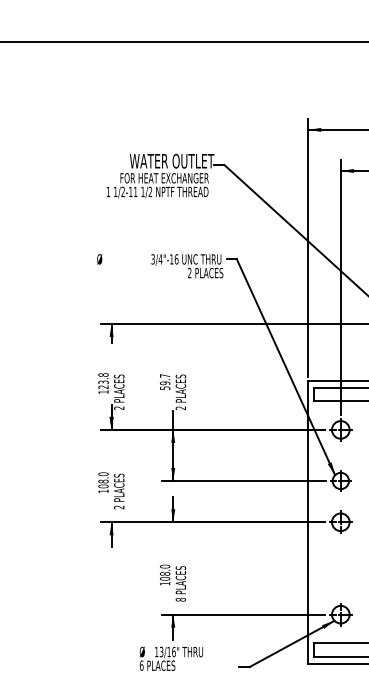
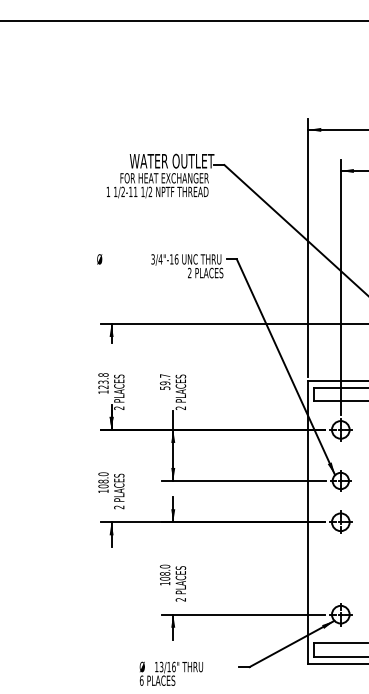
line at (183, 41) position: (183, 41) -> (183, 20)
text at (180, 599): 8 -> 2
text at (170, 658) position: (170, 658) -> (170, 673)
